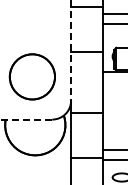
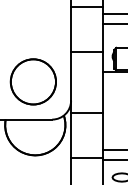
line at (71, 50): dashed -> solid
circle at (31, 76) position: (31, 76) -> (32, 81)
line at (26, 119): dashed -> solid
